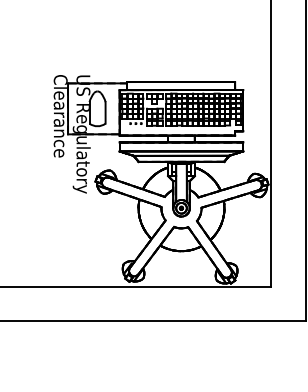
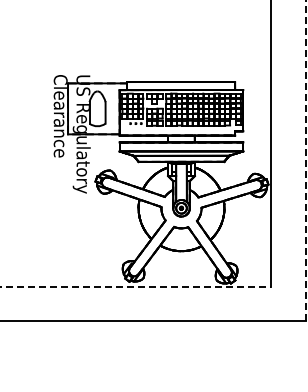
line at (305, 160): solid -> dashed
line at (136, 286): solid -> dashed
